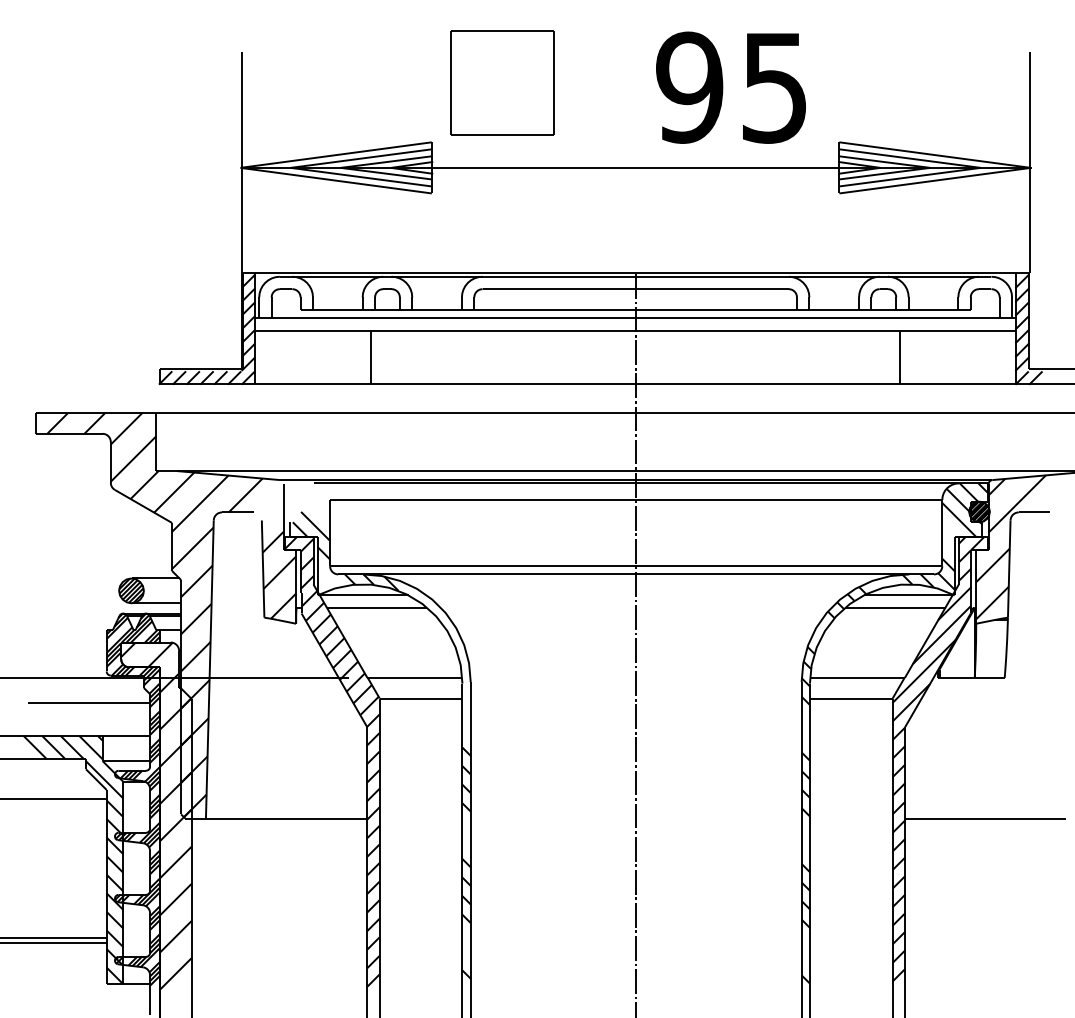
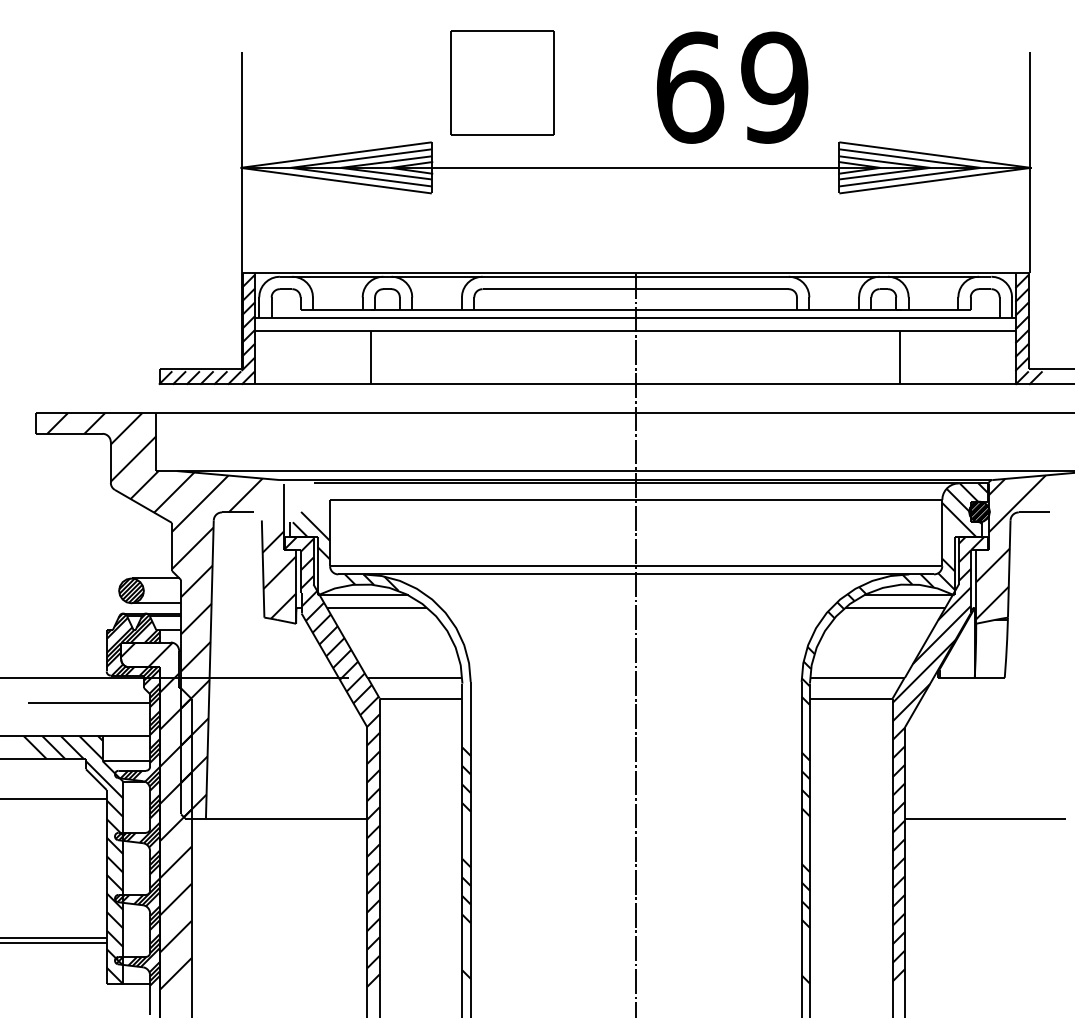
text at (732, 87): 95 -> 69
